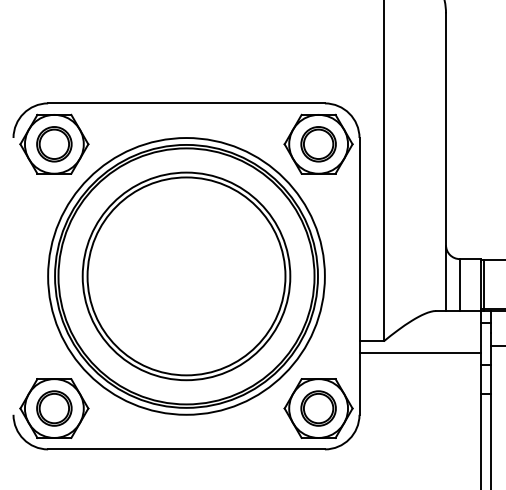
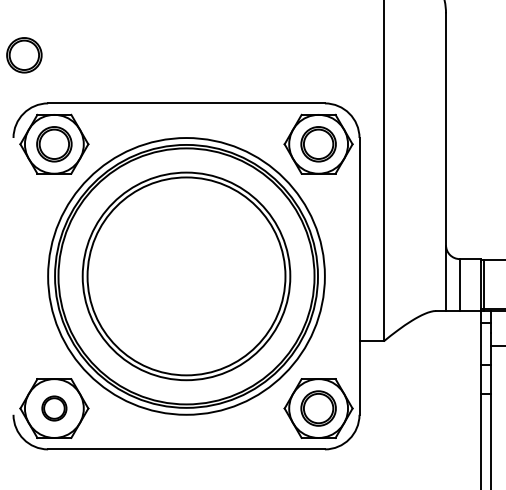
part at (24, 55): none -> present
line at (419, 352): present -> none
part at (54, 408) size: 37x37 px -> 27x27 px
